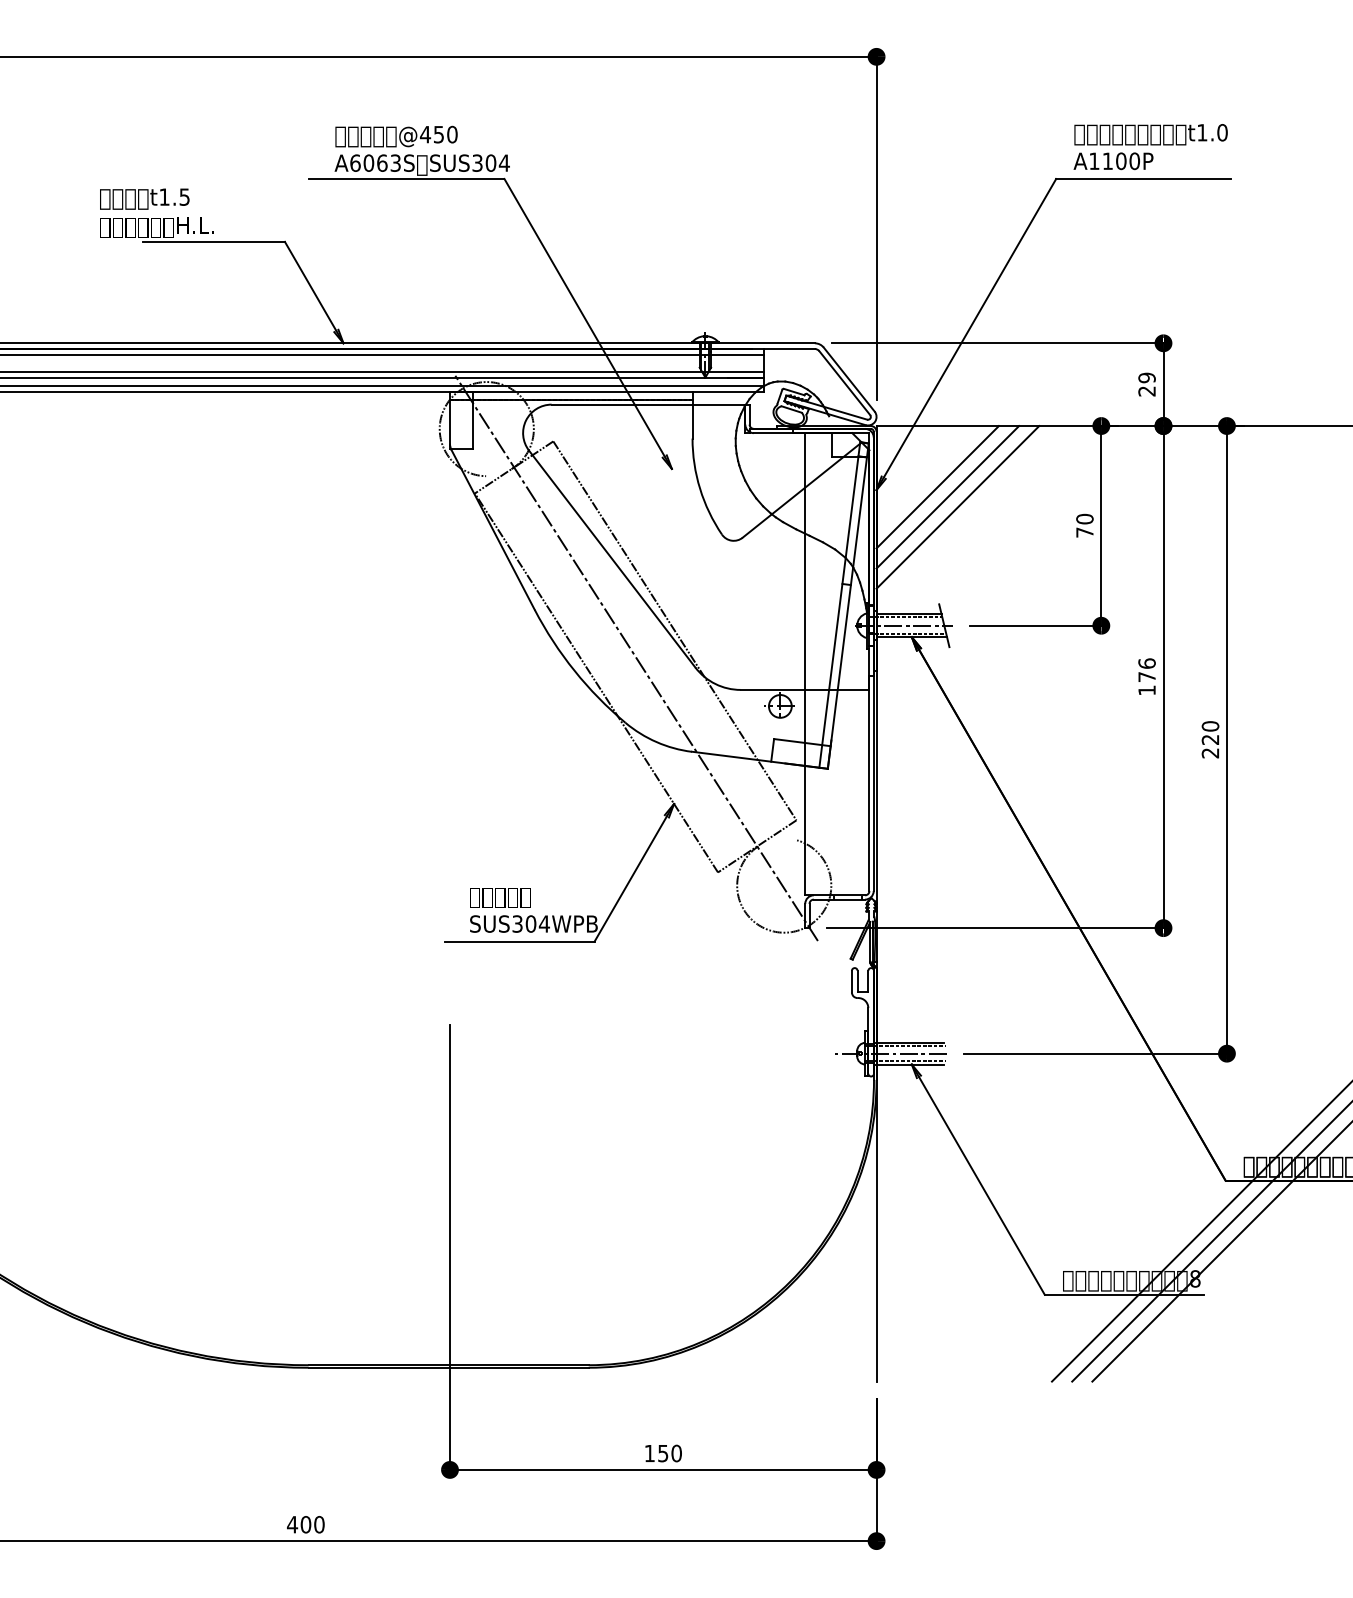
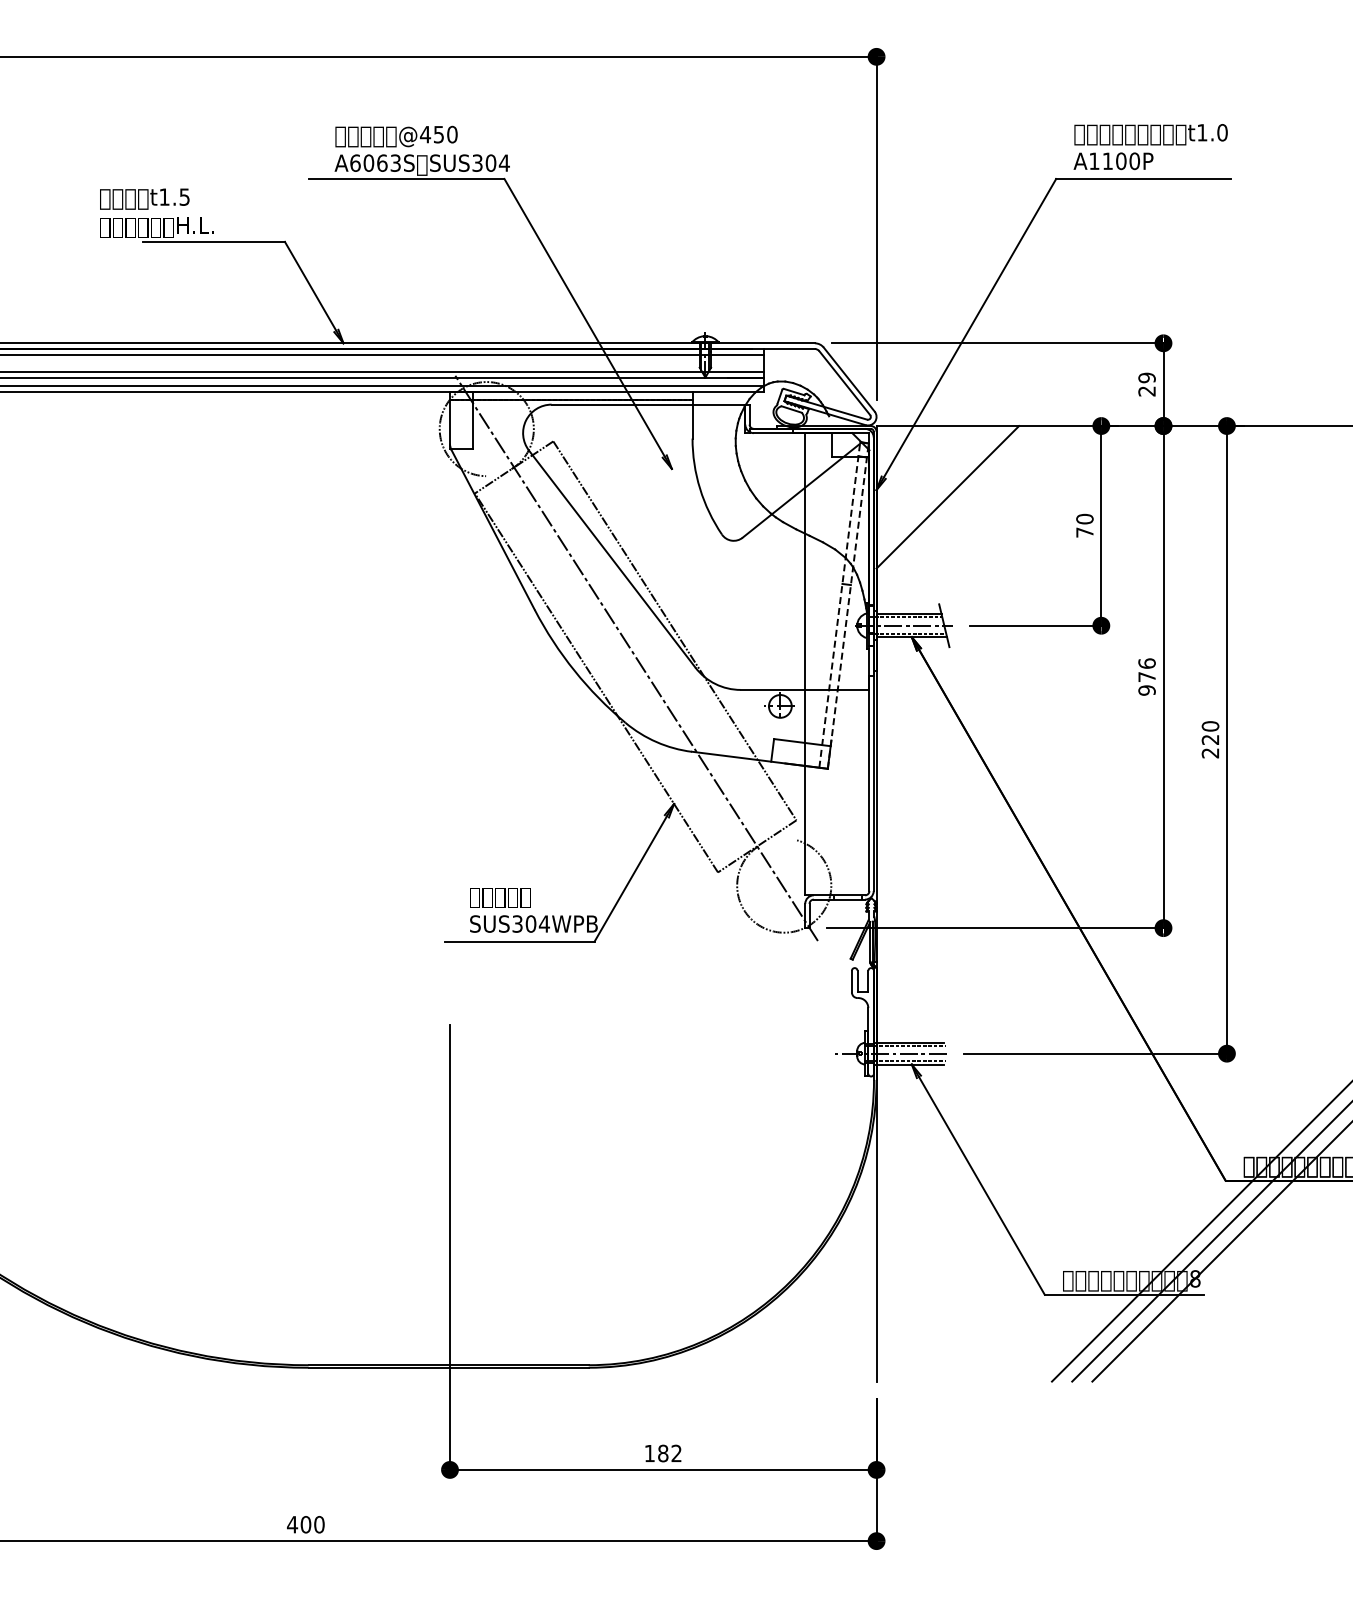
line at (937, 487): present -> none
line at (957, 507): present -> none
line at (839, 605): solid -> dashed
line at (848, 606): solid -> dashed
text at (1146, 690): 176 -> 976
text at (669, 1453): 150 -> 182
